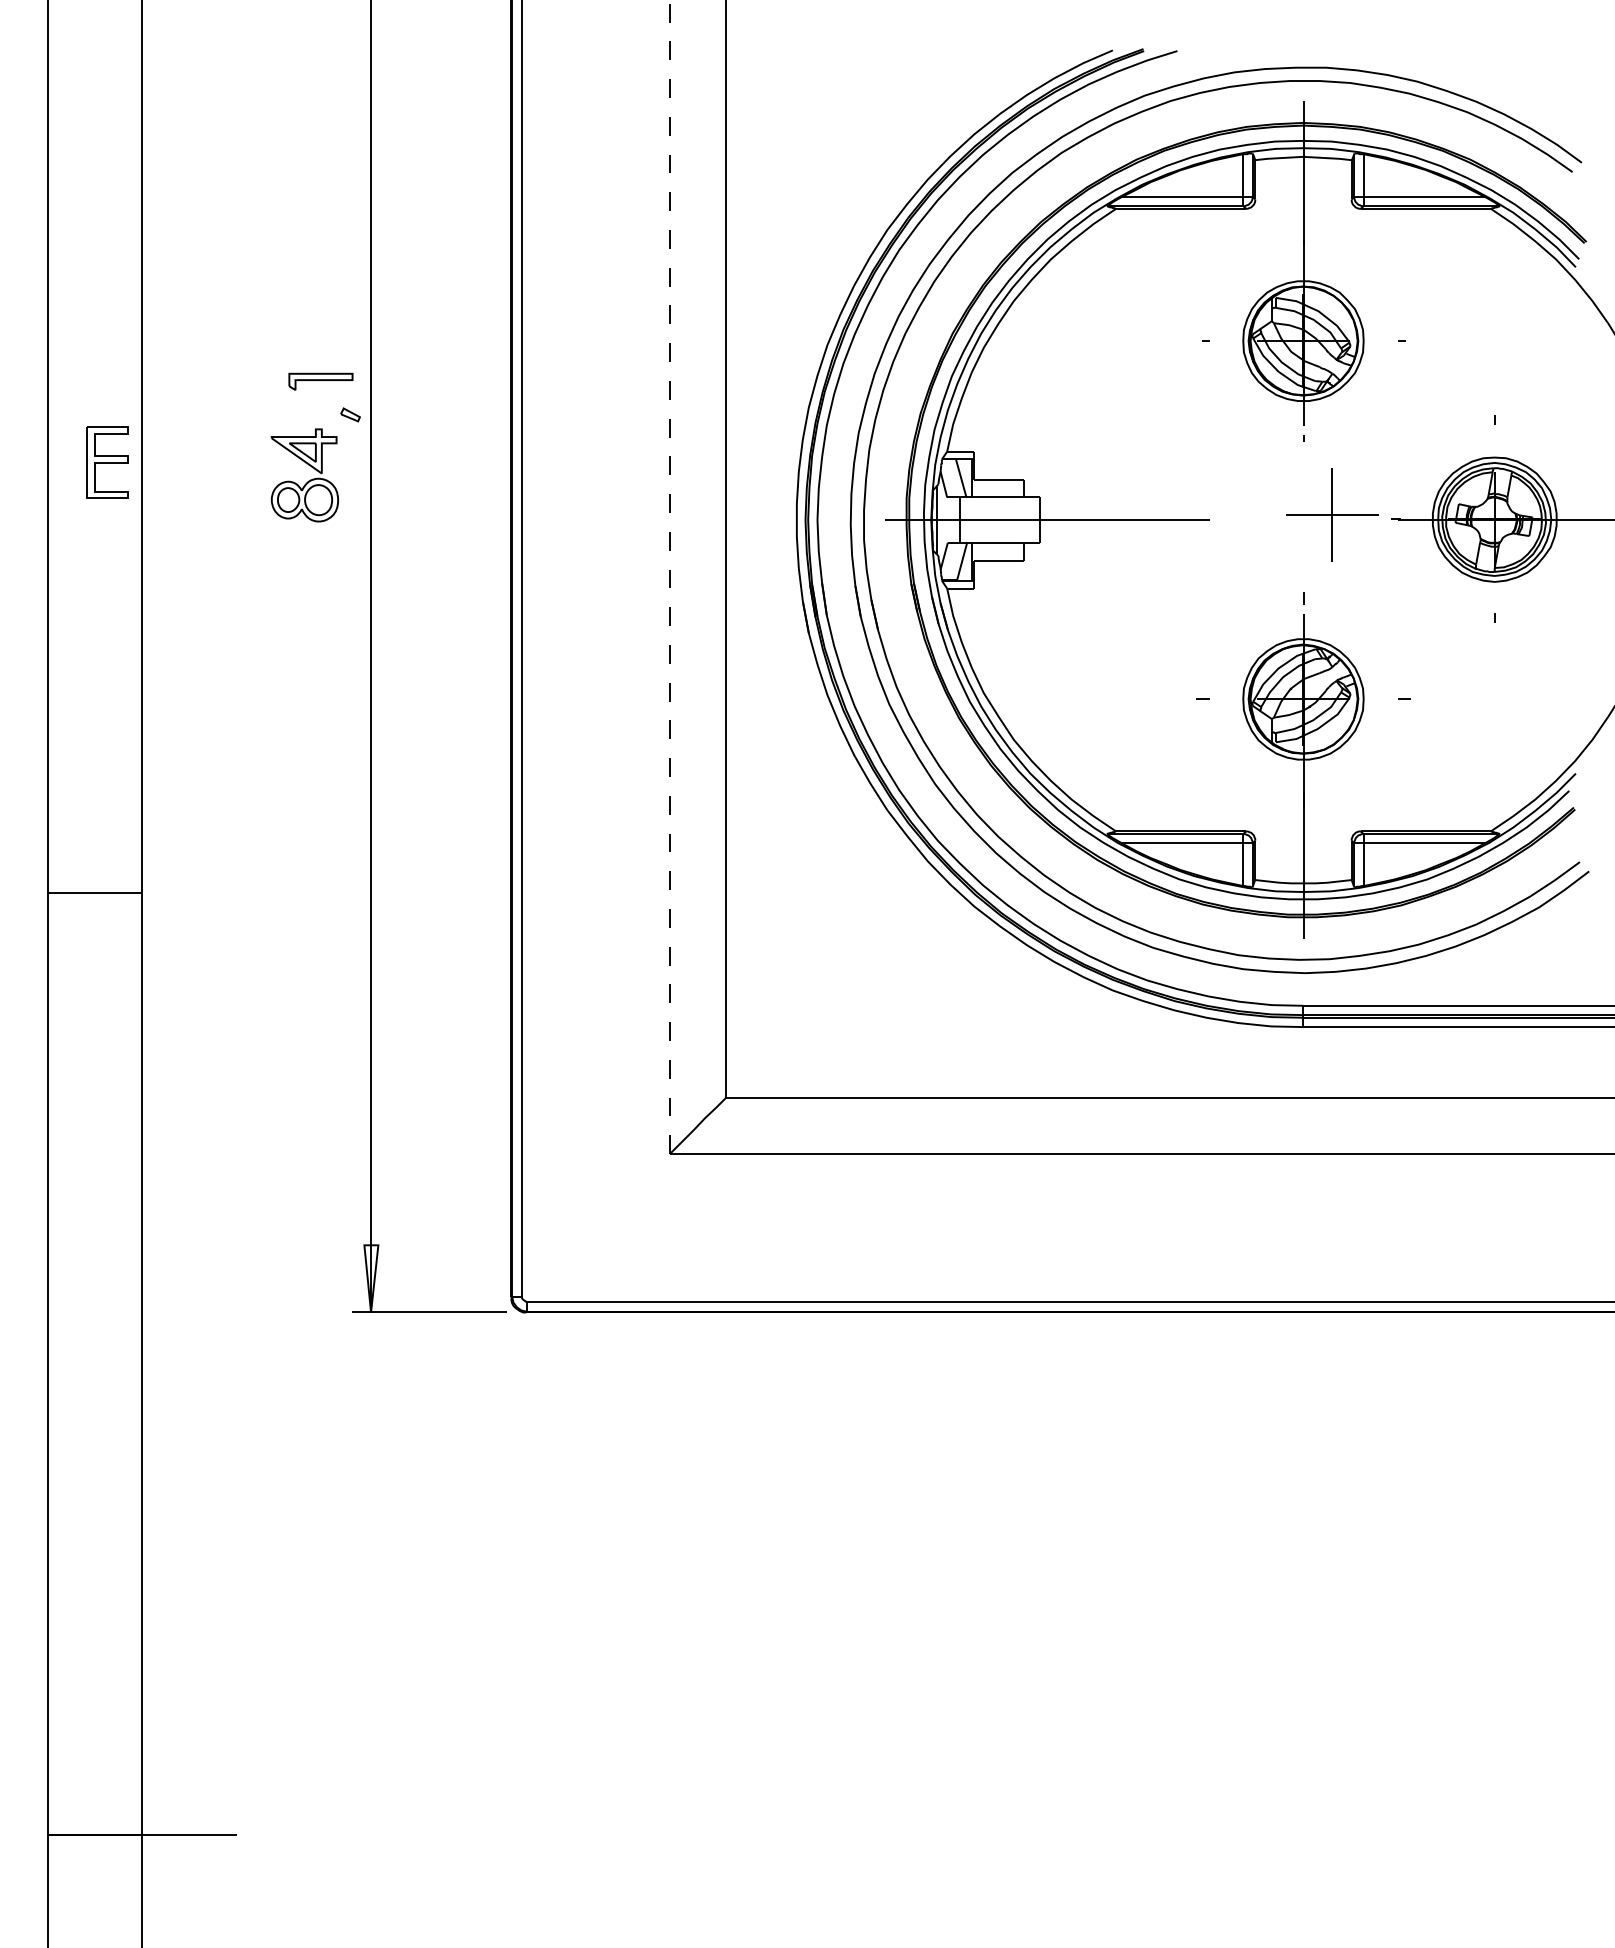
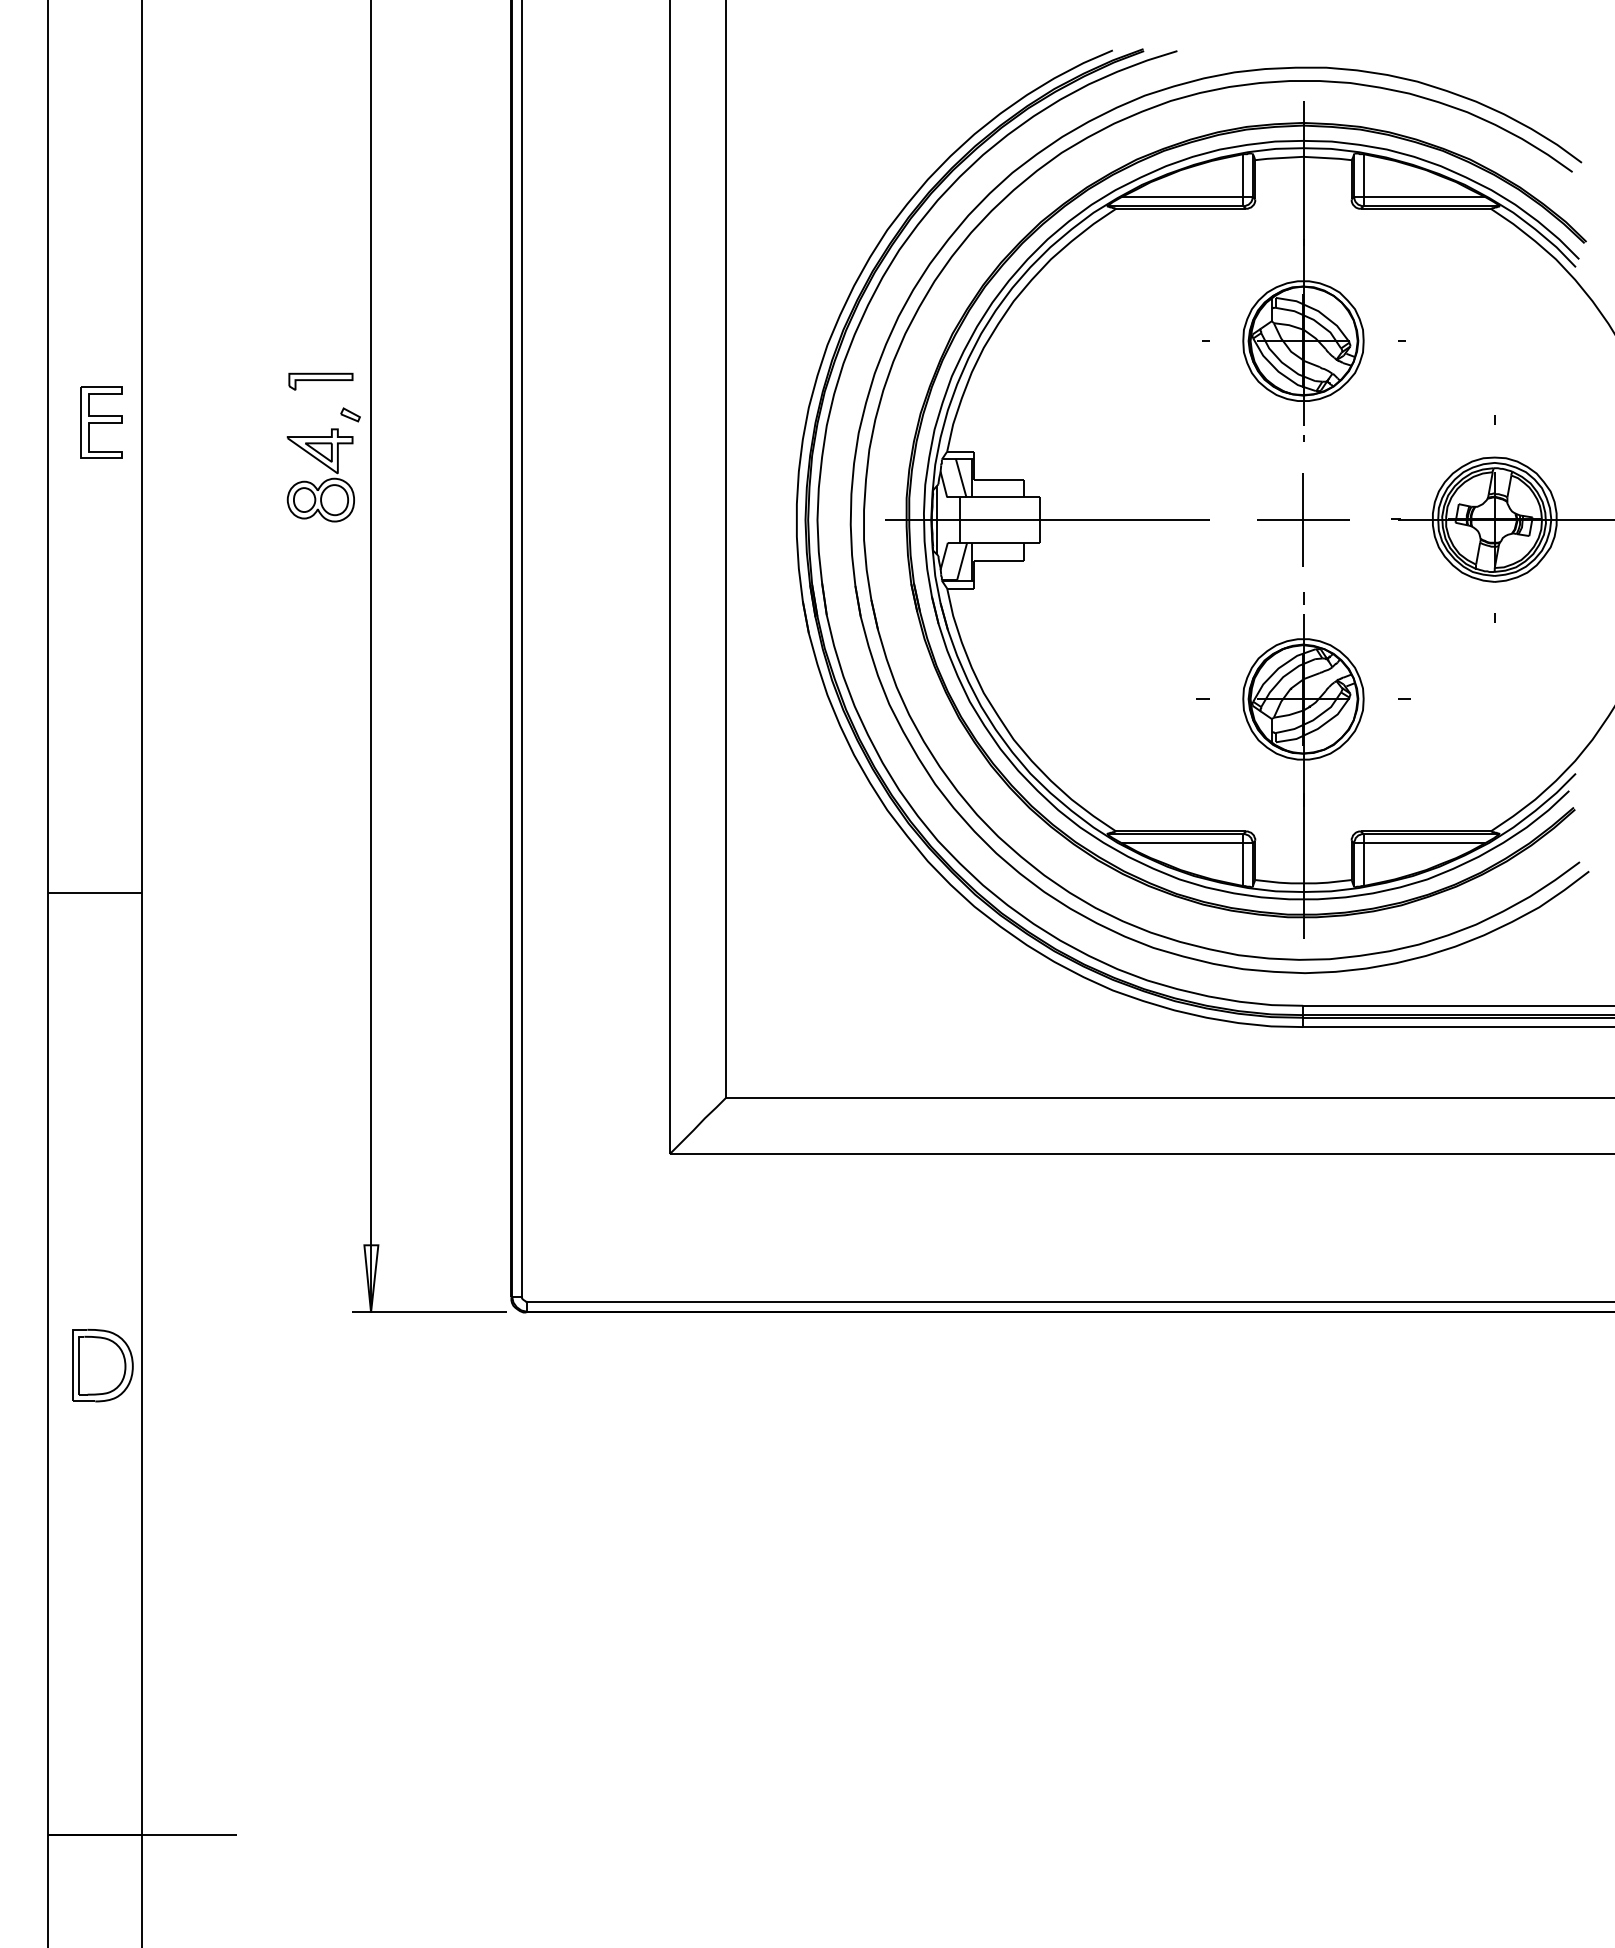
part at (107, 462) position: (107, 462) -> (101, 422)
part at (308, 480) position: (308, 480) -> (324, 480)
part at (1332, 514) position: (1332, 514) -> (1303, 519)
line at (669, 577): dashed -> solid
part at (102, 1365): none -> present
